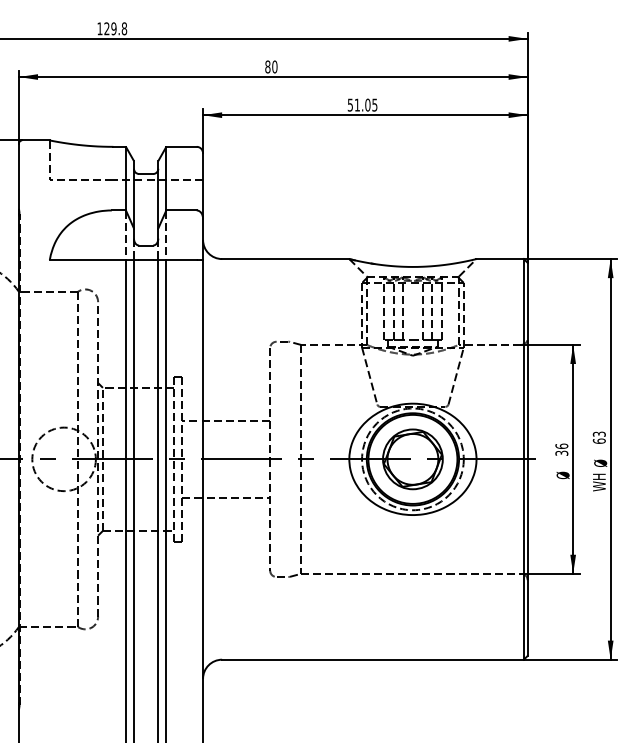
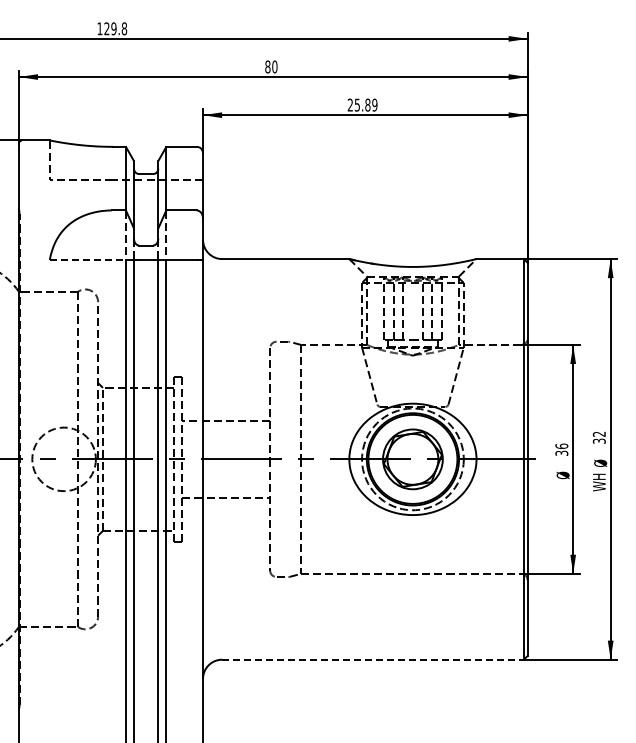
text at (362, 104): 51.05 -> 25.89
line at (88, 260): solid -> dashed
text at (598, 437): 63 -> 32
line at (373, 659): solid -> dashed
